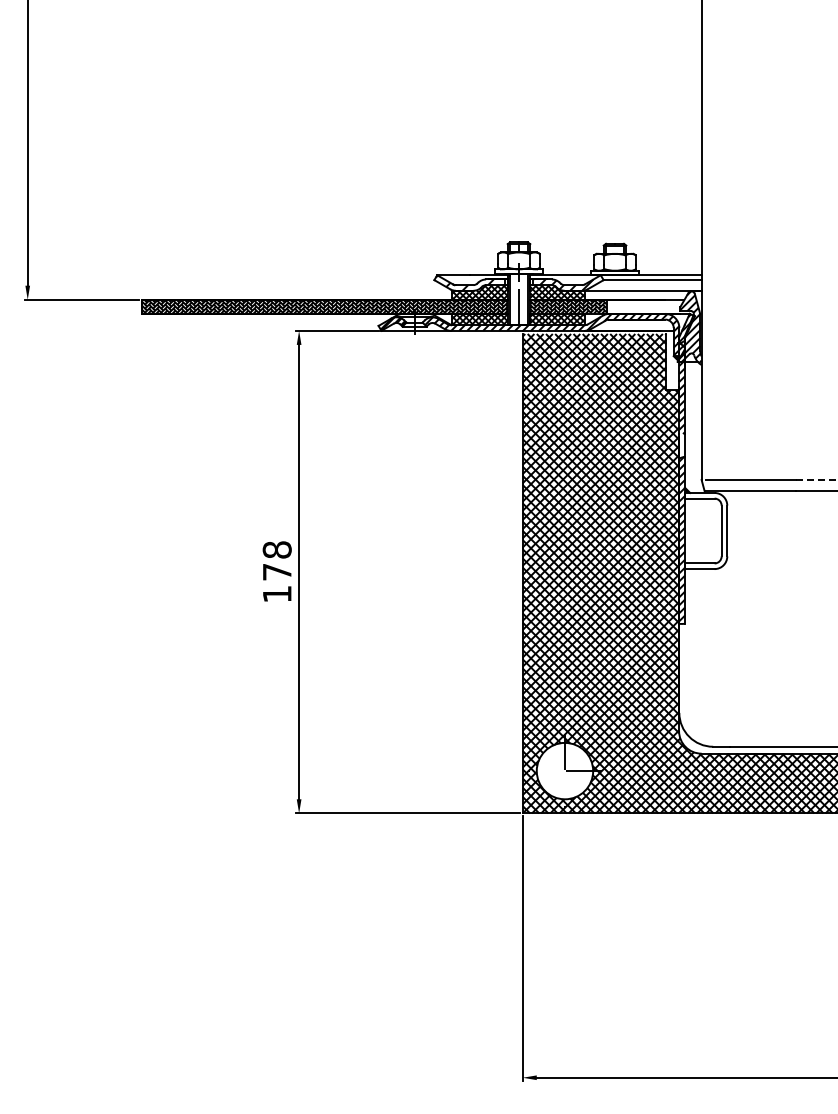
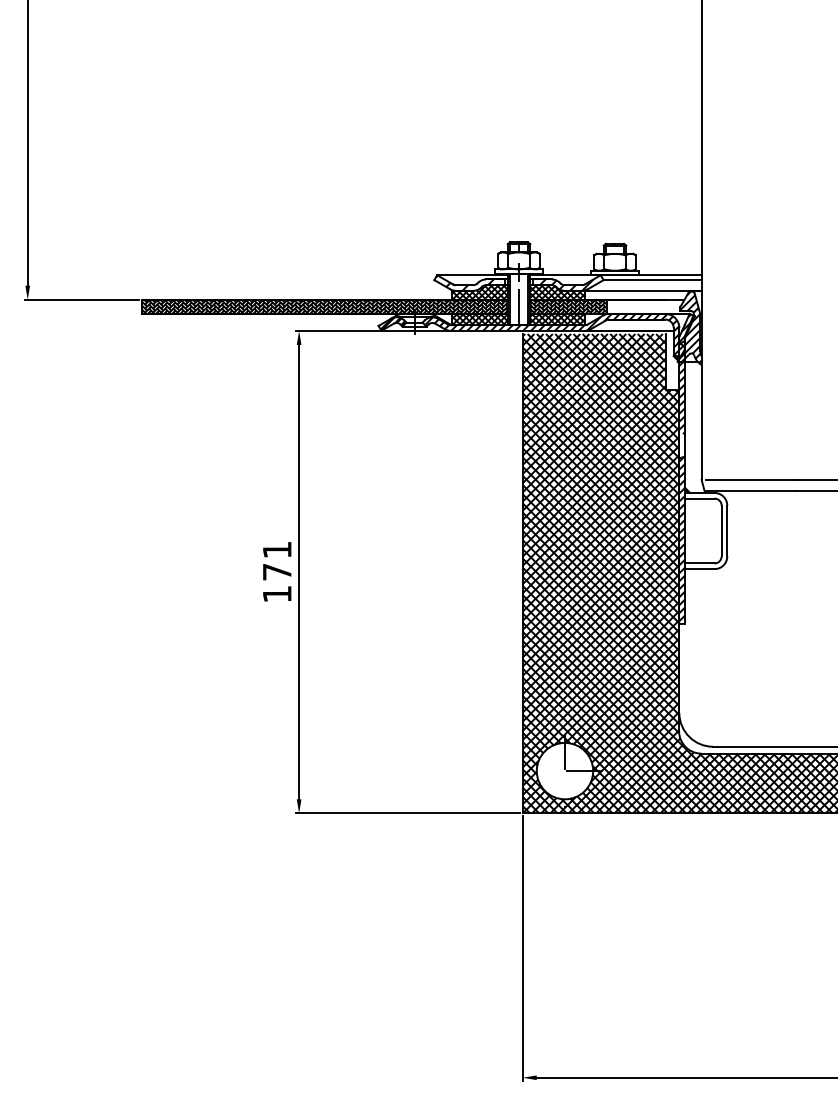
line at (816, 480): dashed -> solid
text at (276, 549): 178 -> 171
